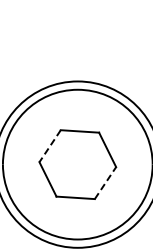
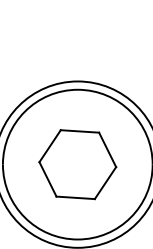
line at (49, 146): dashed -> solid
line at (105, 182): dashed -> solid
